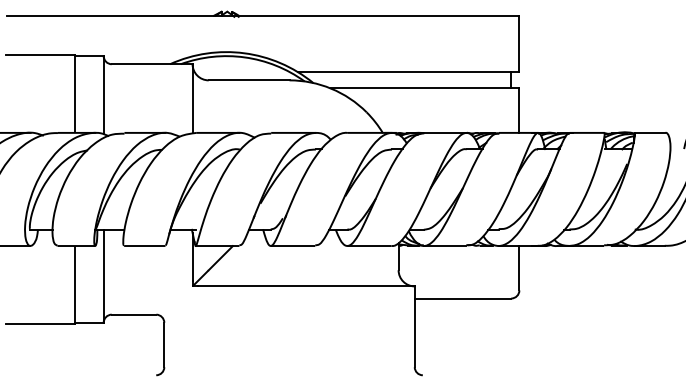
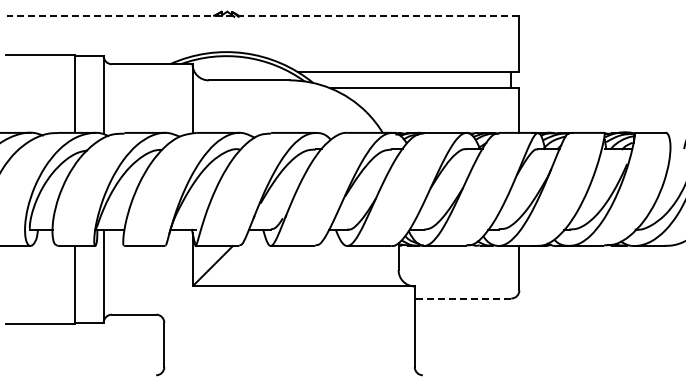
line at (262, 15): solid -> dashed
line at (462, 298): solid -> dashed
